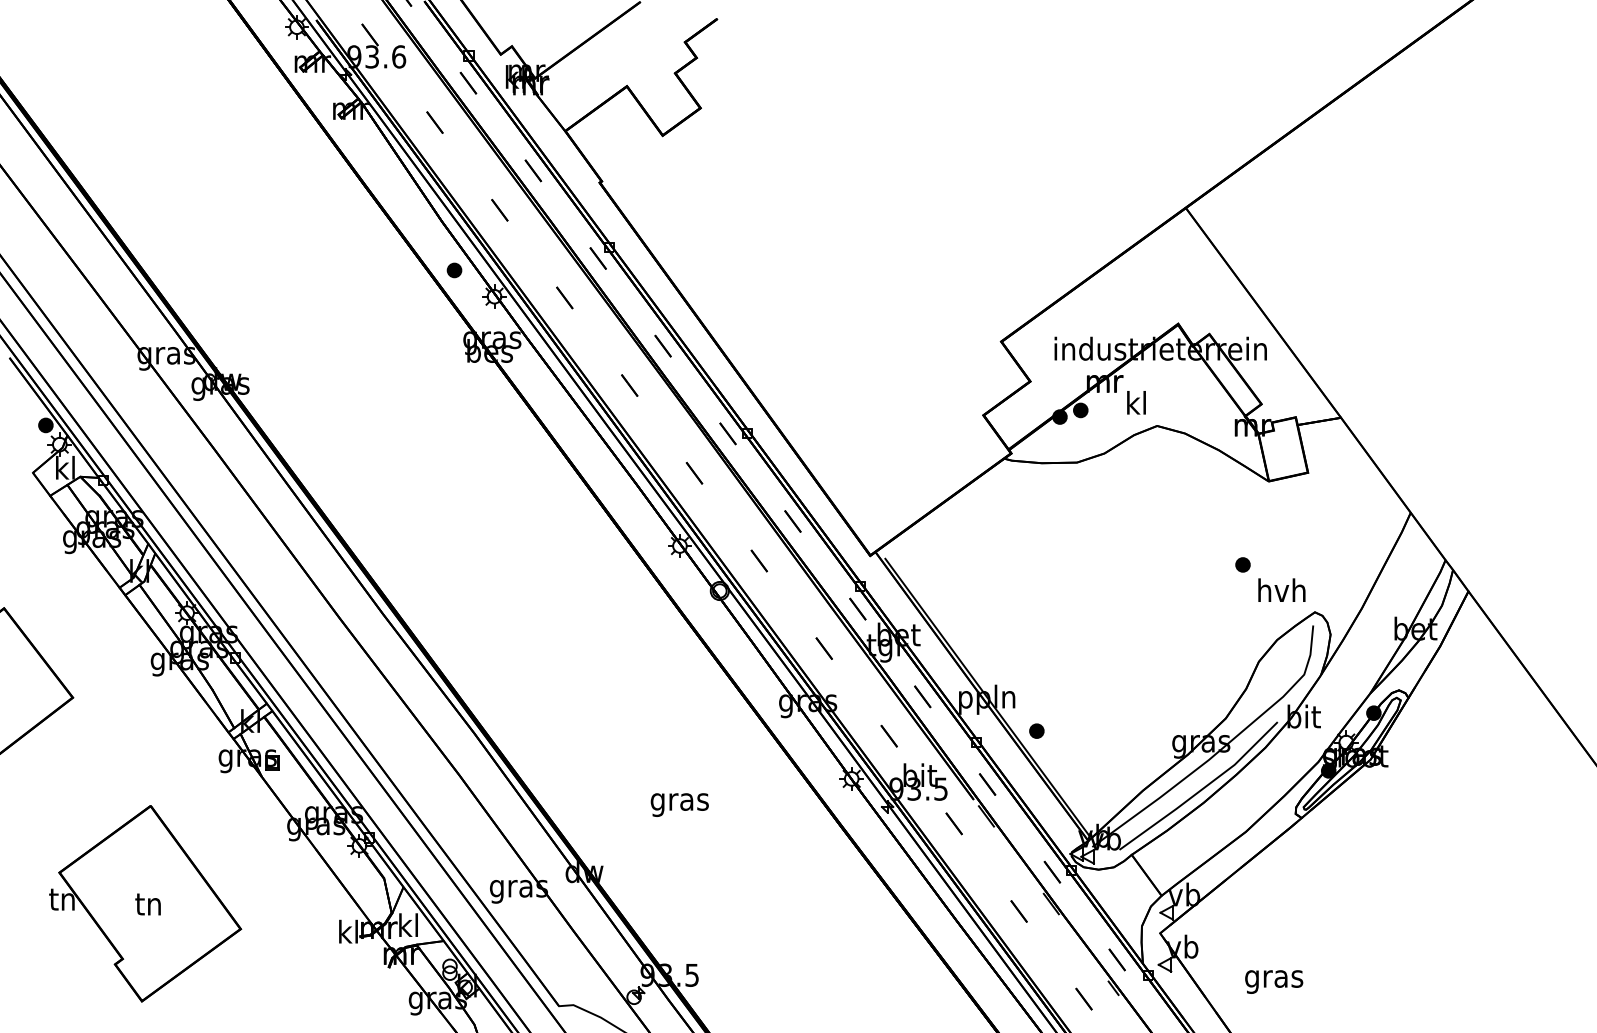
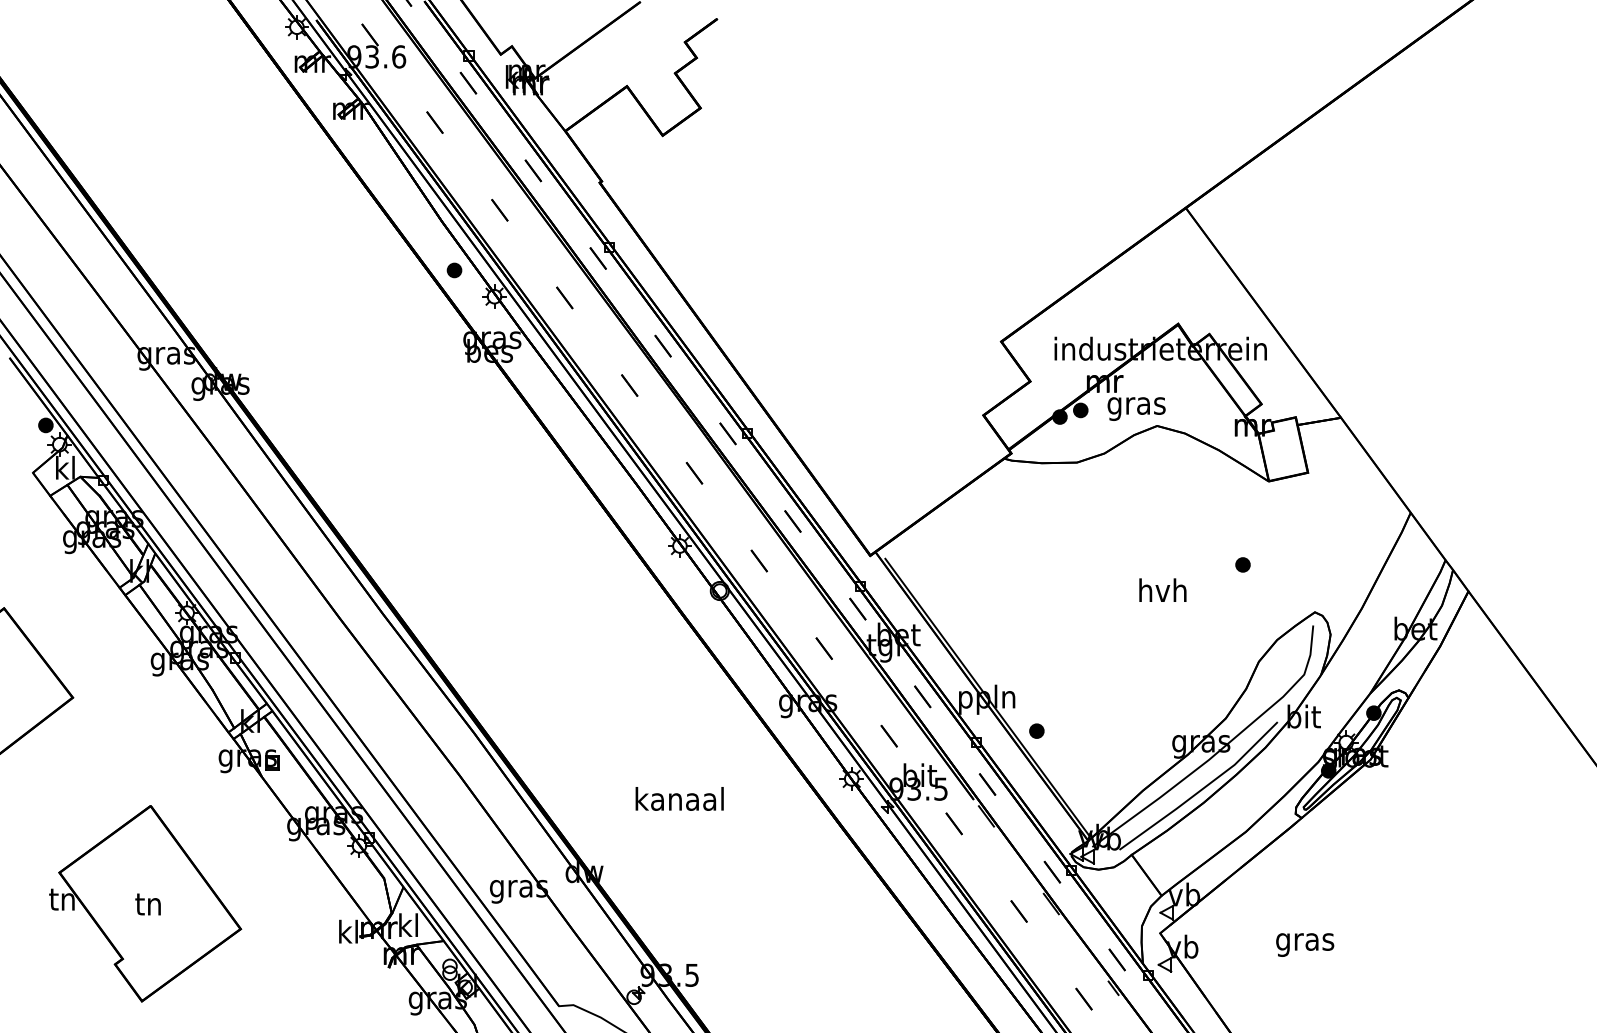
text at (1136, 405): kl -> gras
text at (1281, 589) position: (1281, 589) -> (1162, 589)
text at (679, 801): gras -> kanaal
text at (1274, 981) position: (1274, 981) -> (1305, 944)
